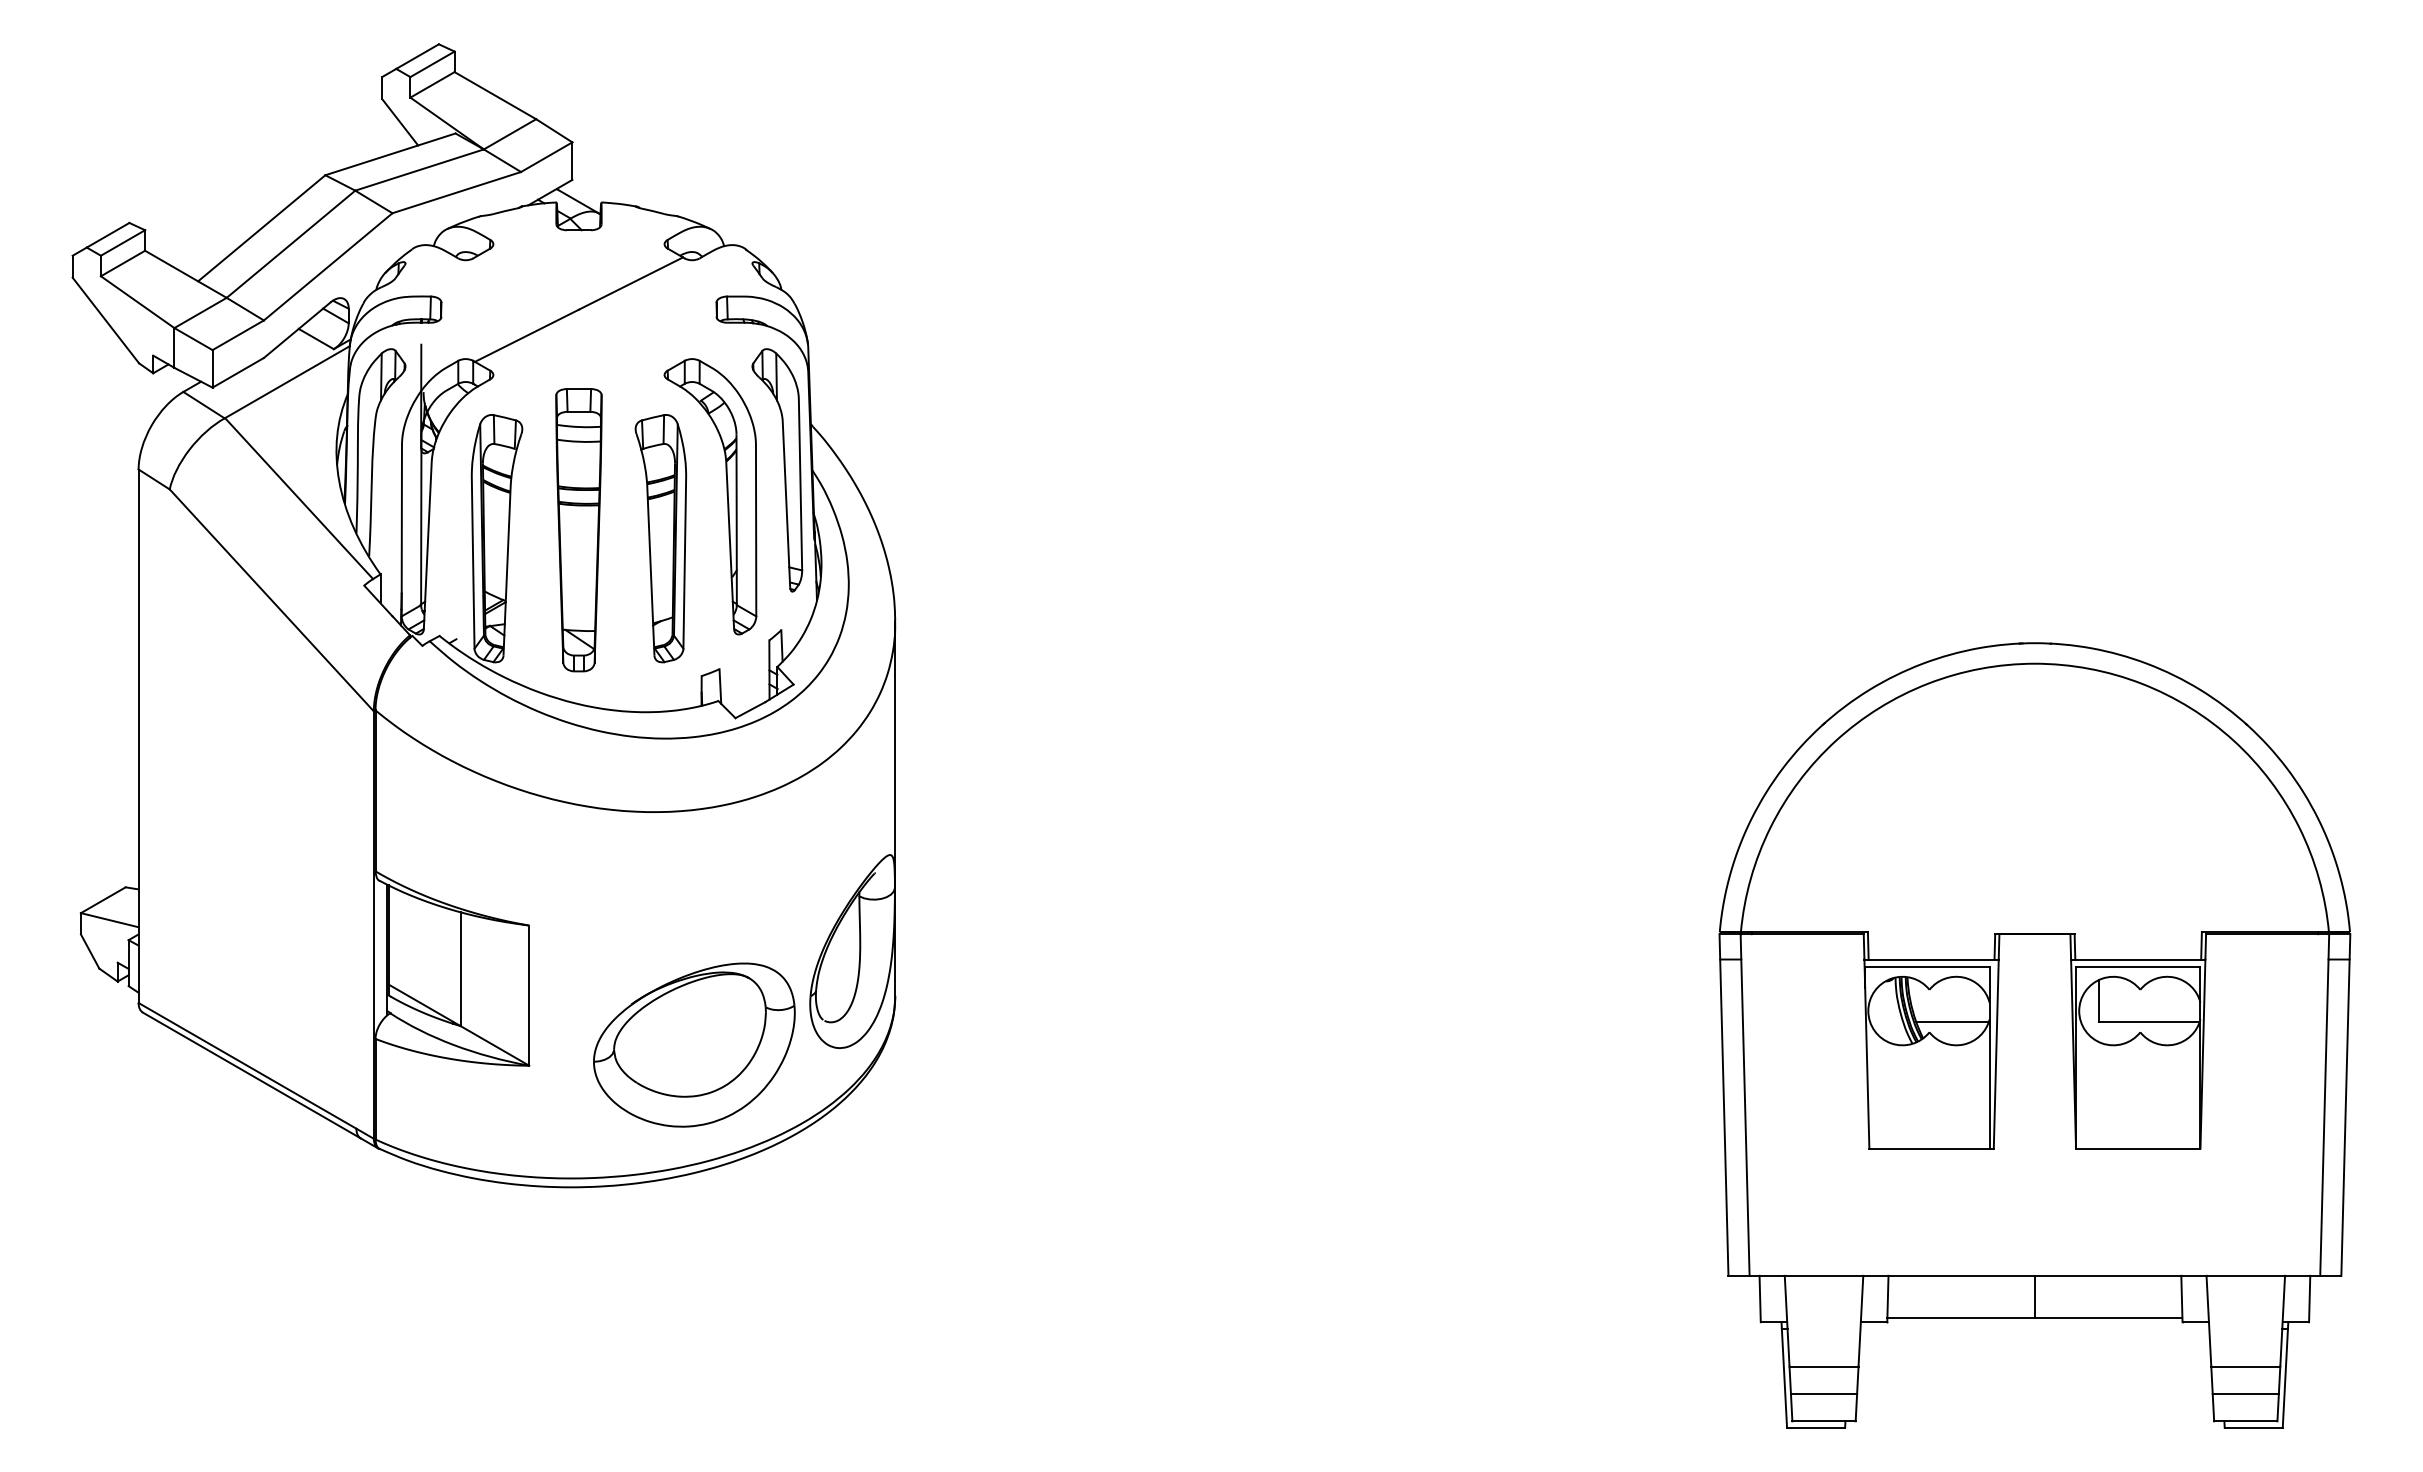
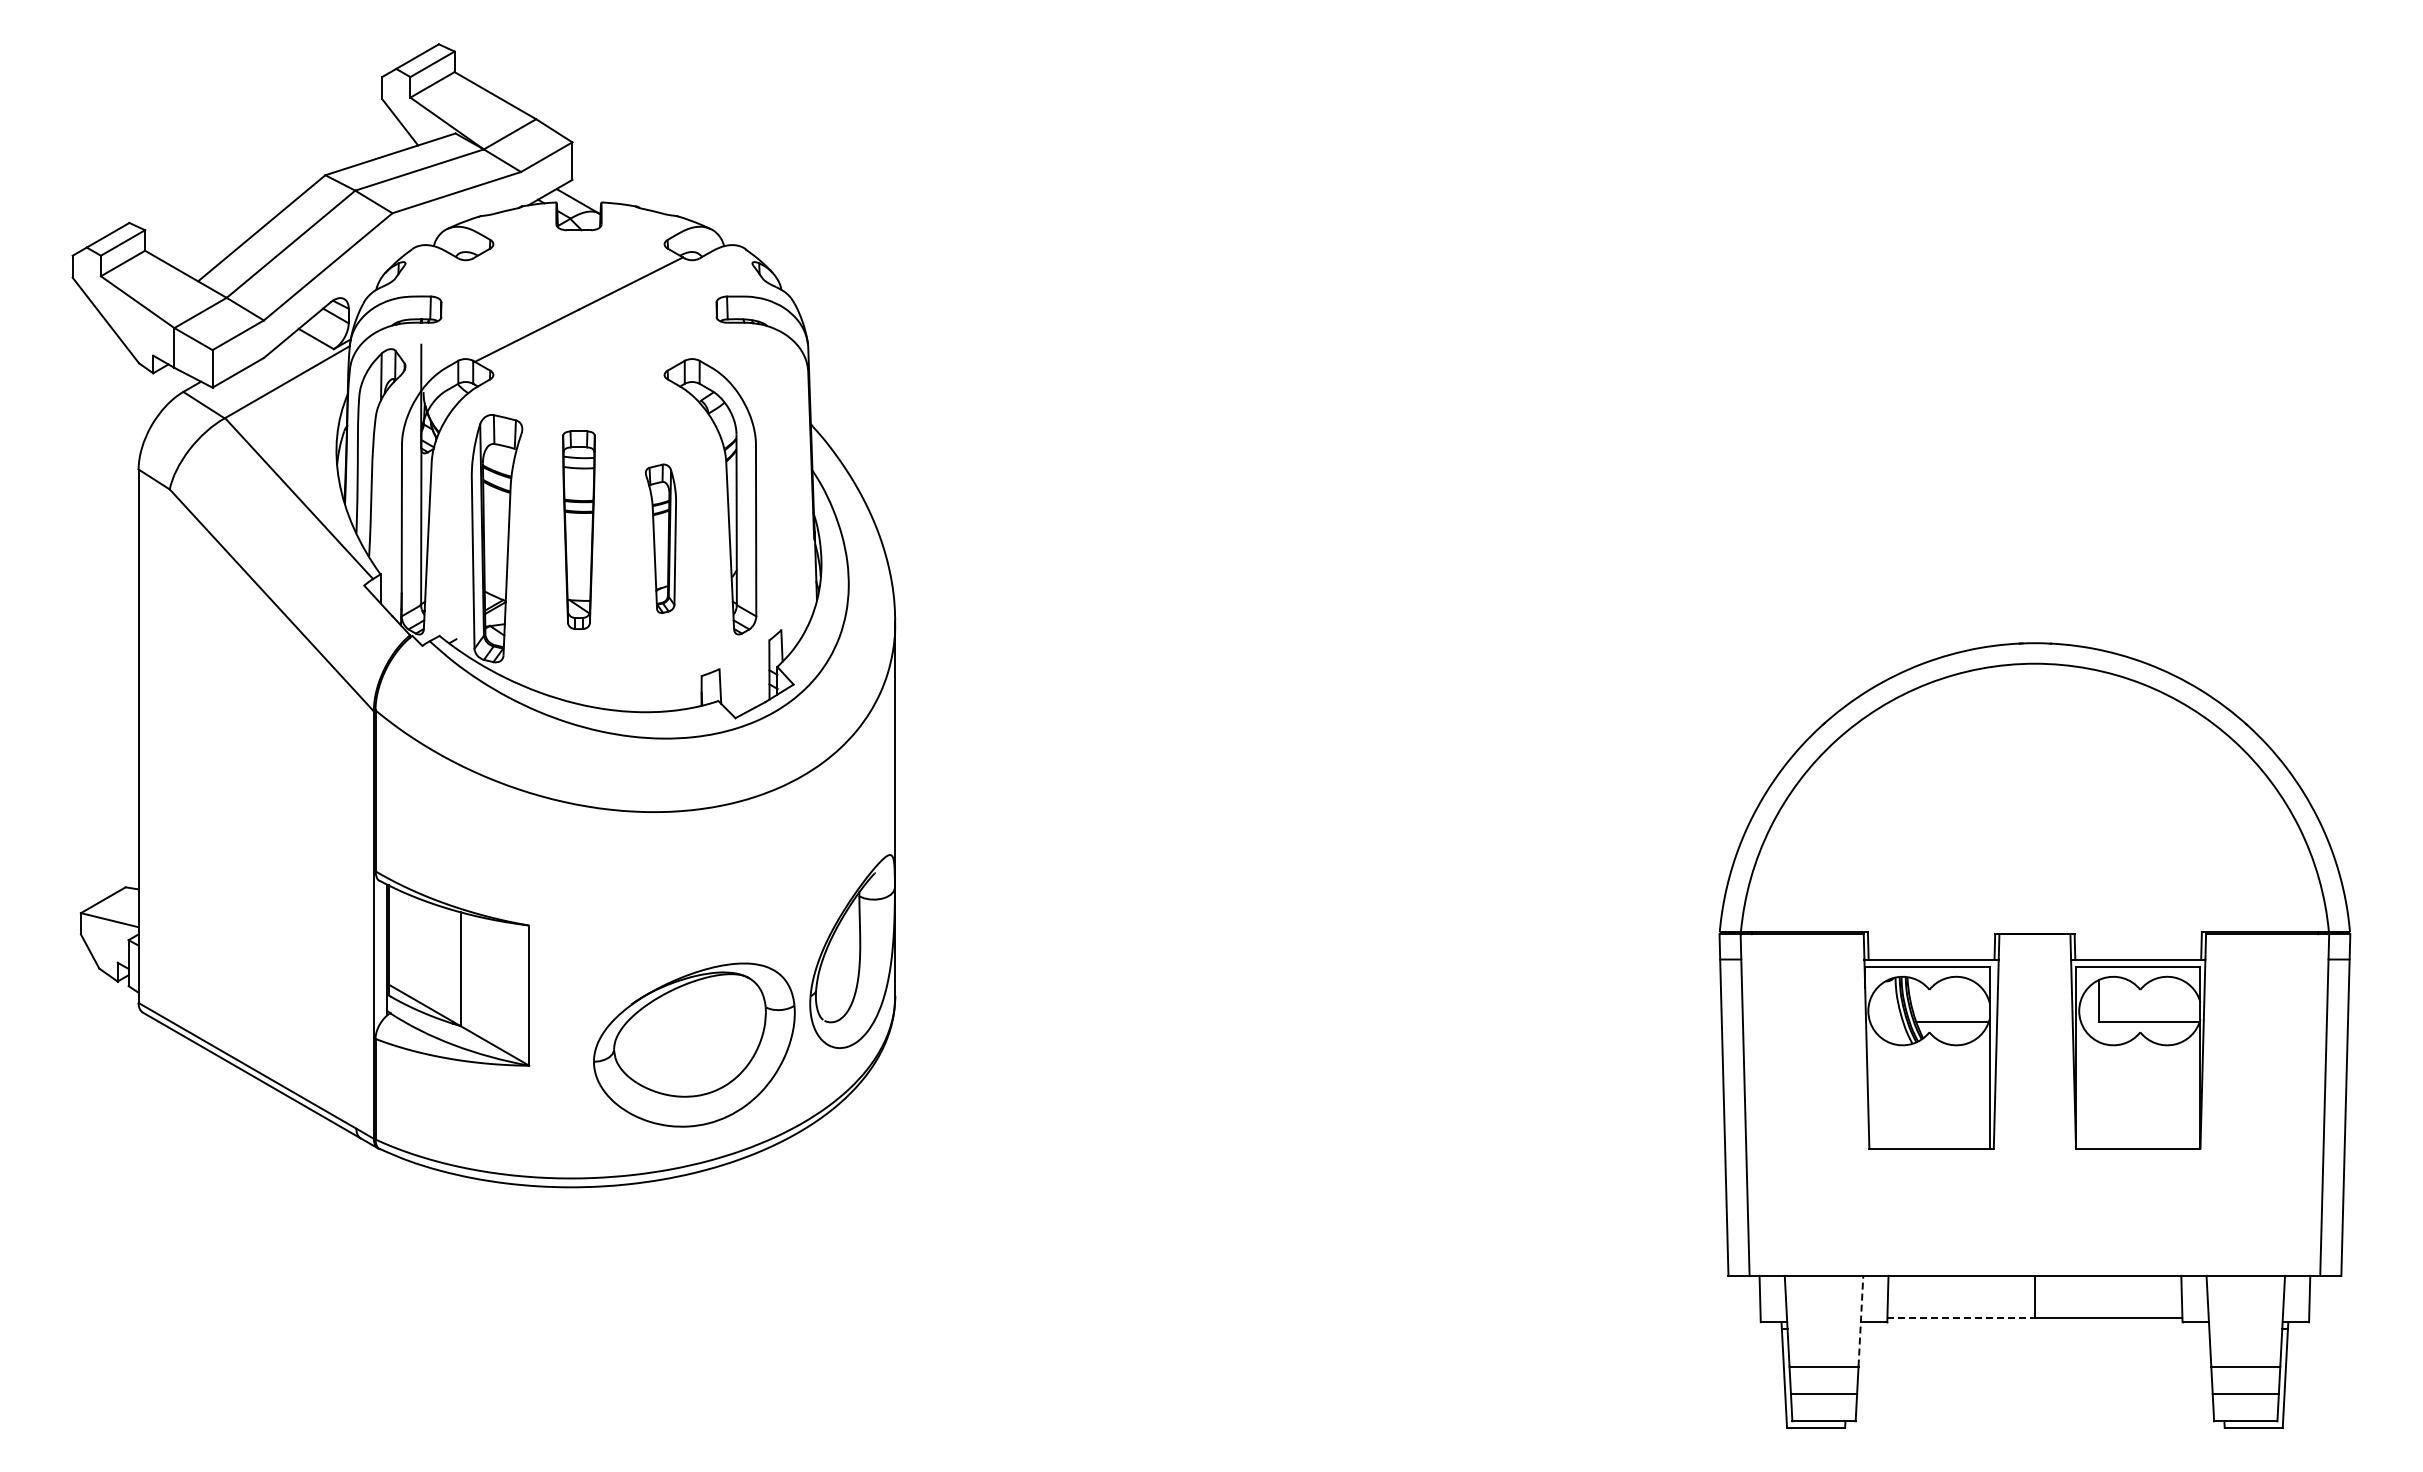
part at (783, 467): present -> none
part at (578, 530) size: 48x285 px -> 34x200 px
part at (660, 538) size: 54x250 px -> 33x151 px
line at (1961, 1318): solid -> dashed
line at (1860, 1320): solid -> dashed
